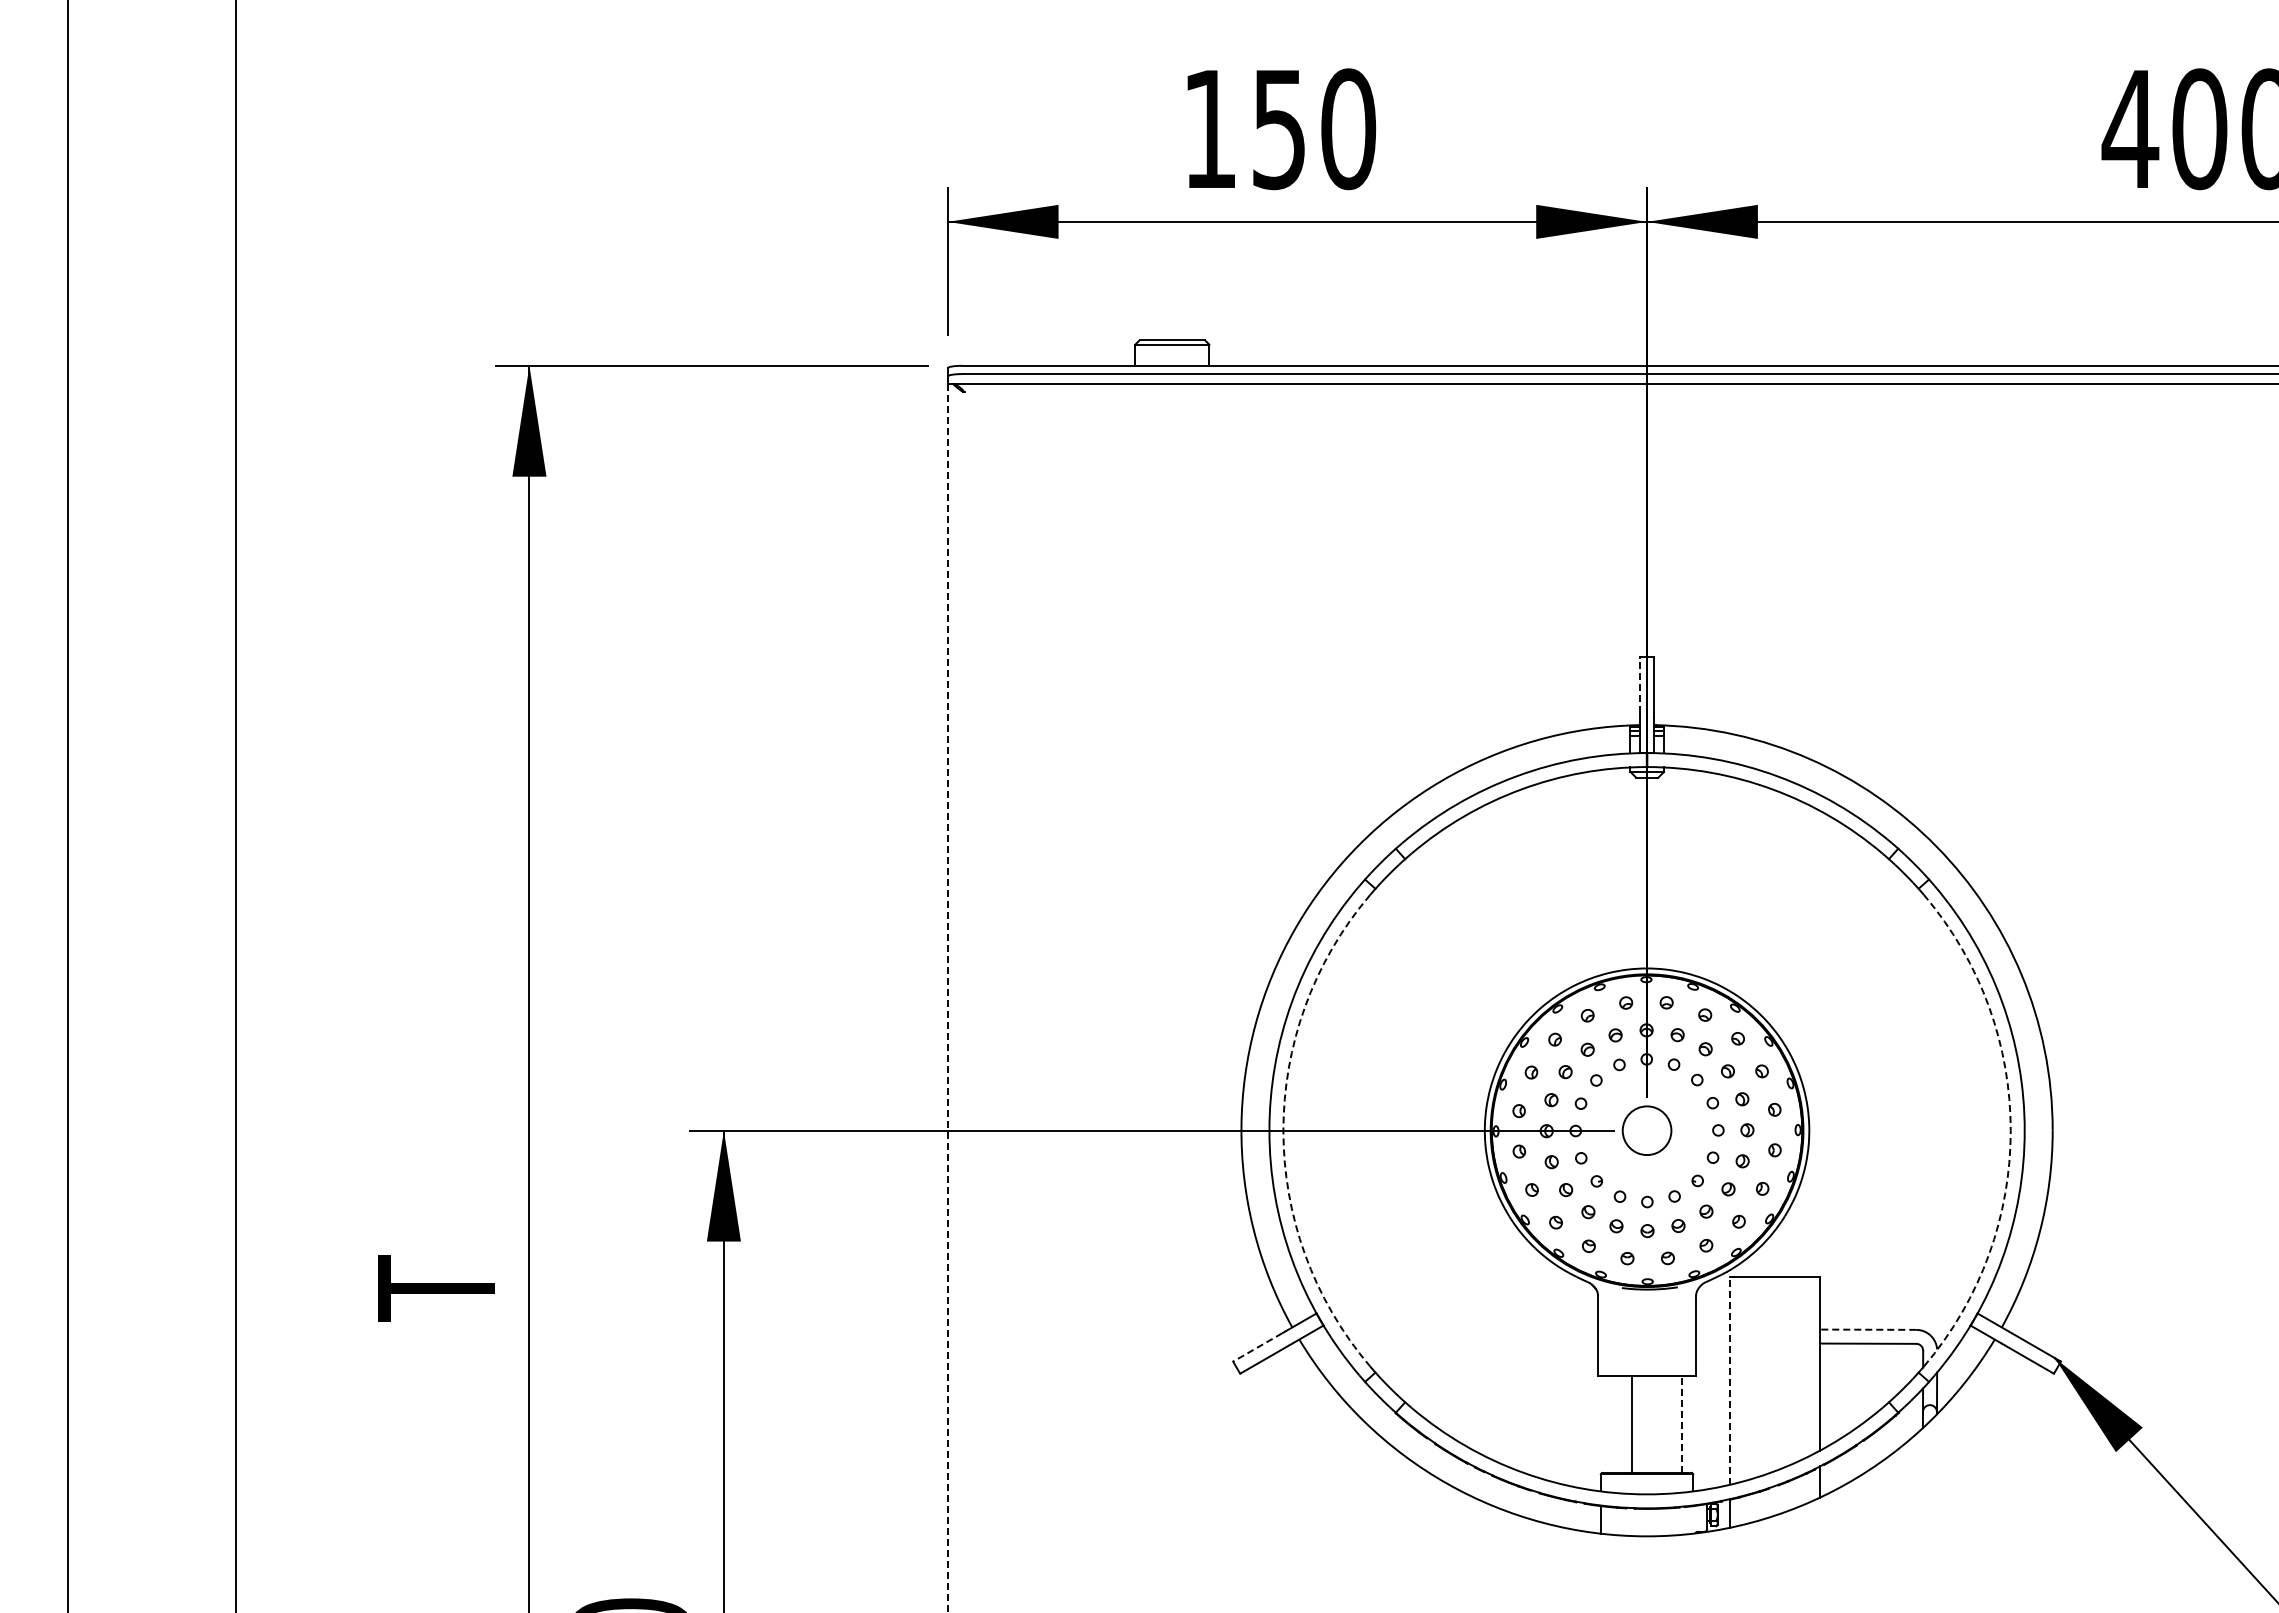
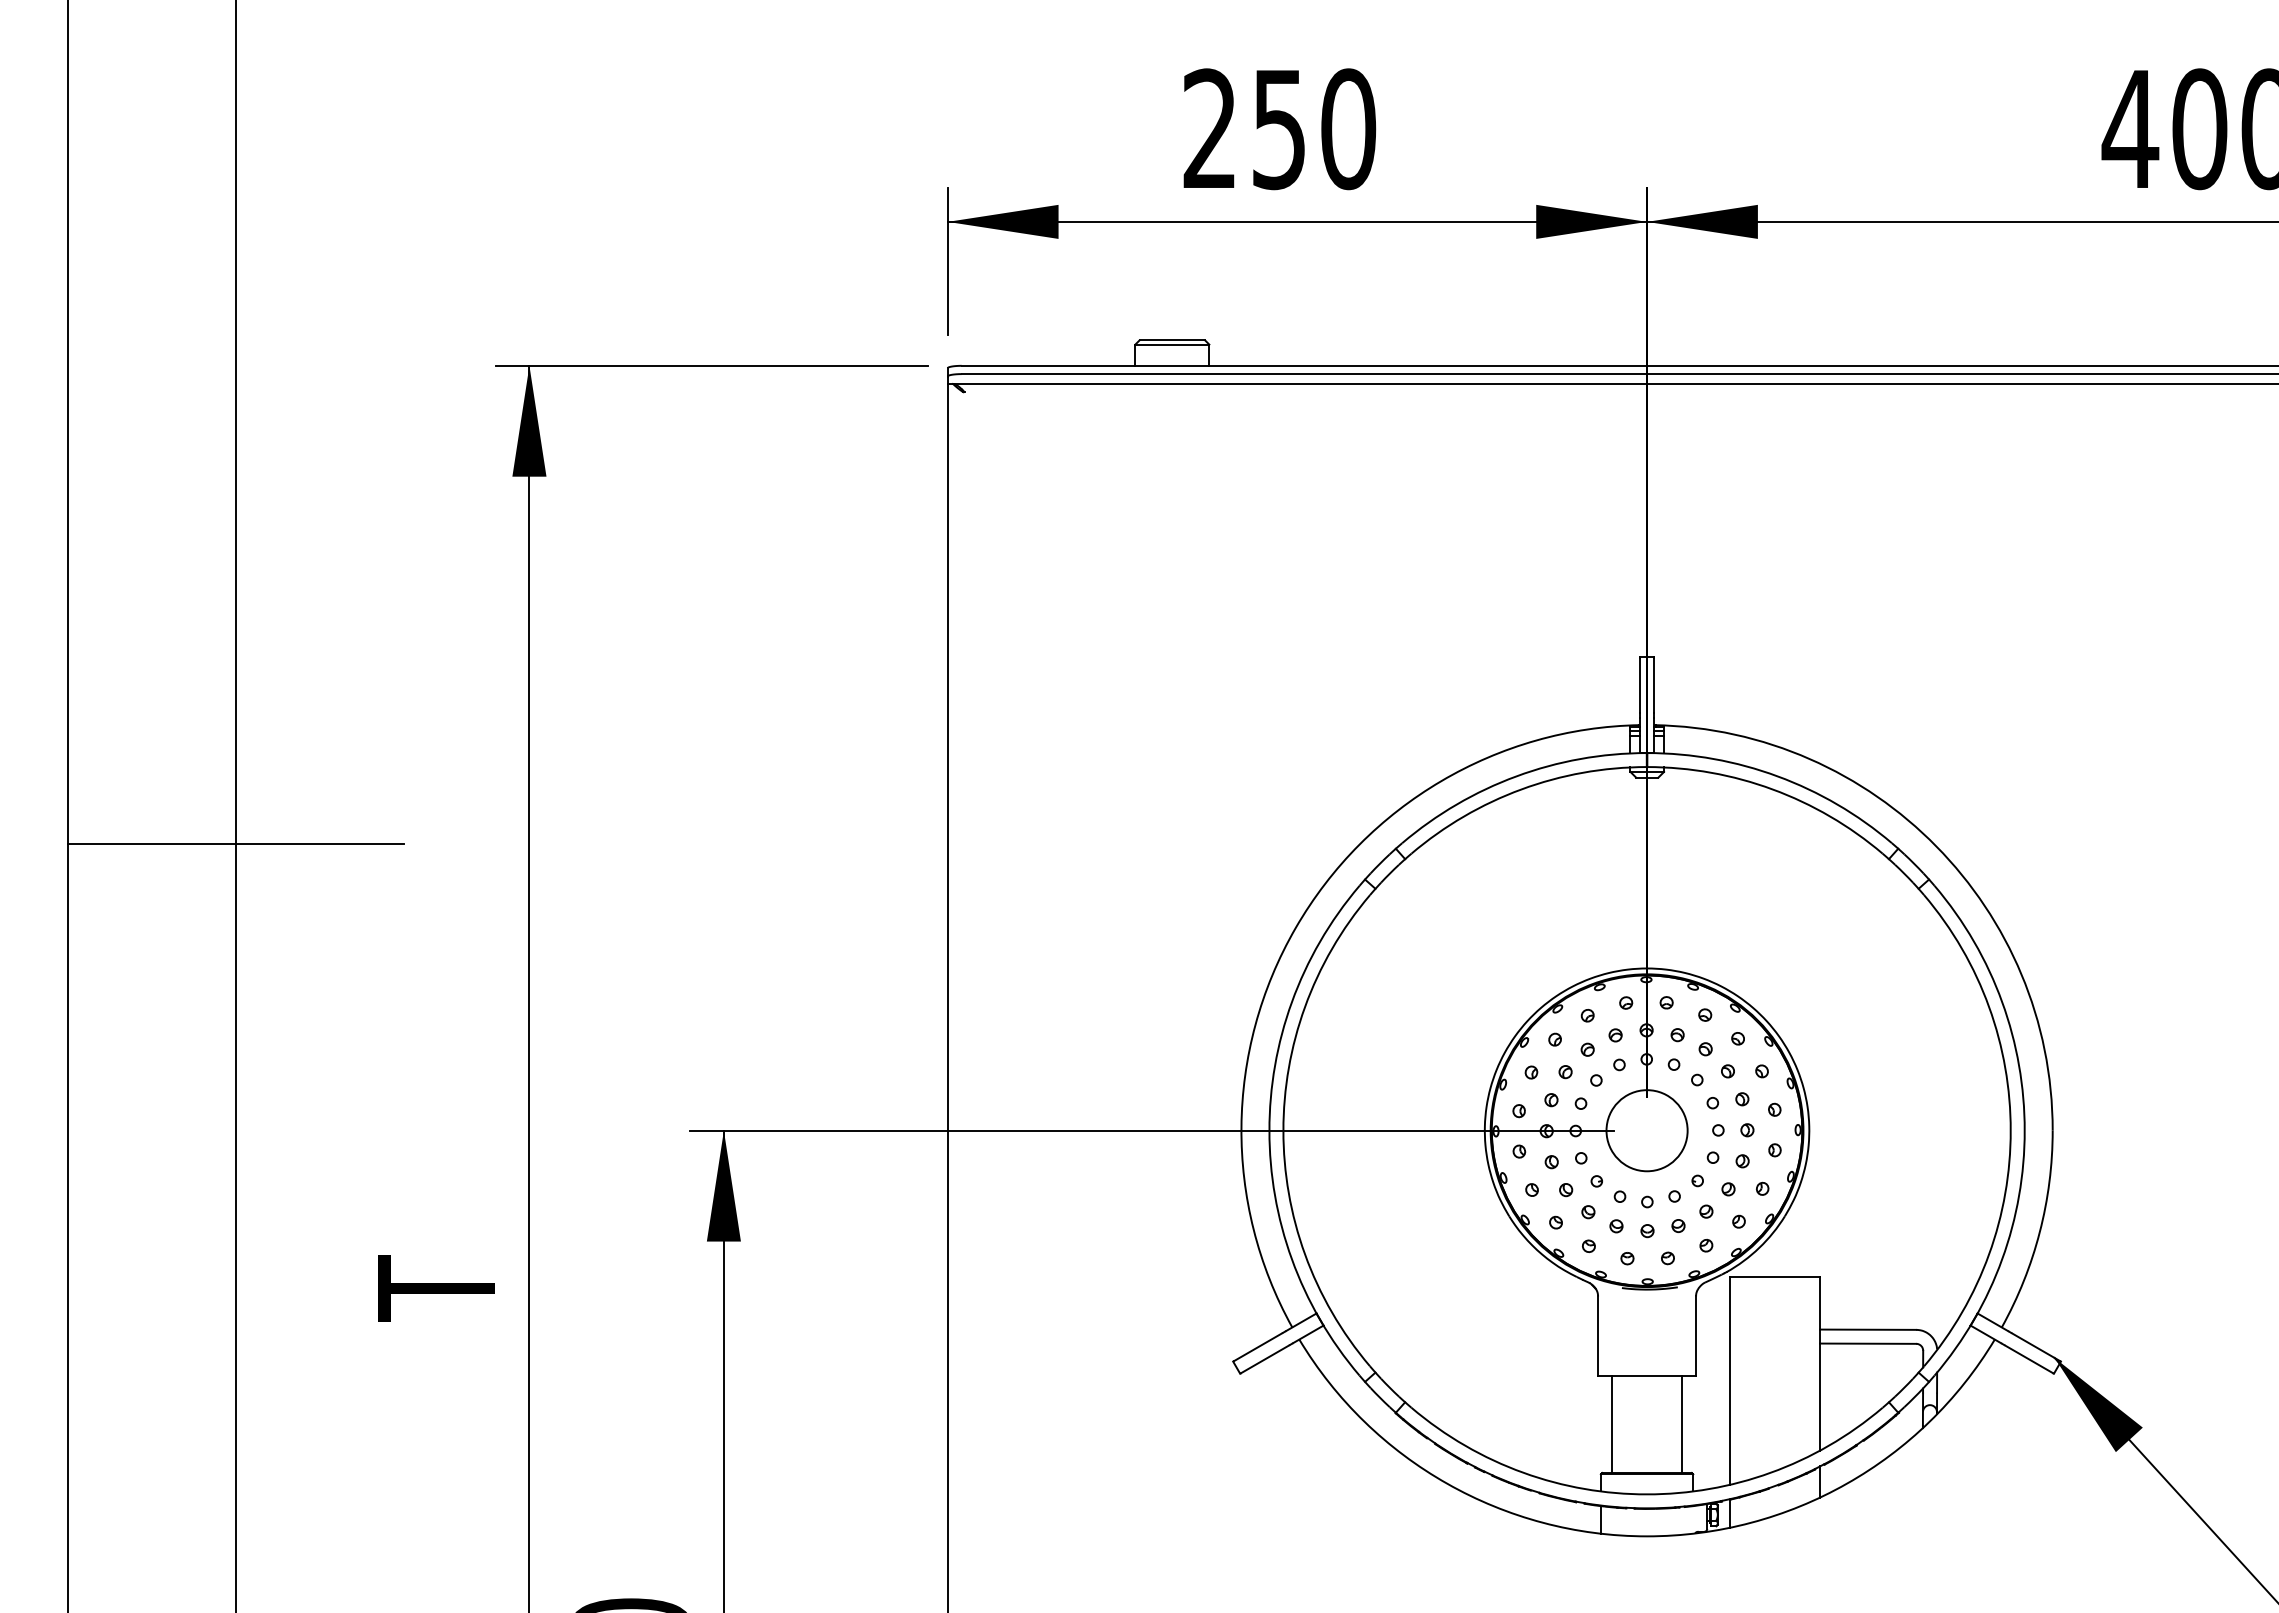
text at (1208, 127): 150 -> 250
line at (1640, 685): dashed -> solid
line at (236, 843): none -> present
line at (947, 998): dashed -> solid
arc at (1283, 1130): dashed -> solid
circle at (1646, 1130) diameter: 49 px -> 81 px
arc at (2010, 1130): dashed -> solid
line at (1867, 1329): dashed -> solid
line at (1258, 1347): dashed -> solid
line at (1730, 1380): dashed -> solid
line at (1632, 1423) position: (1632, 1423) -> (1612, 1423)
line at (1682, 1424): dashed -> solid
